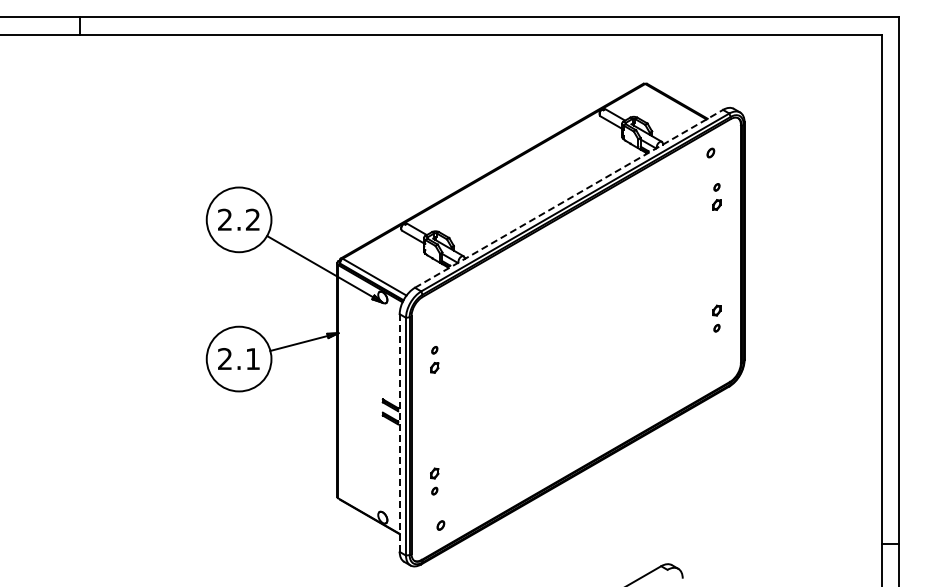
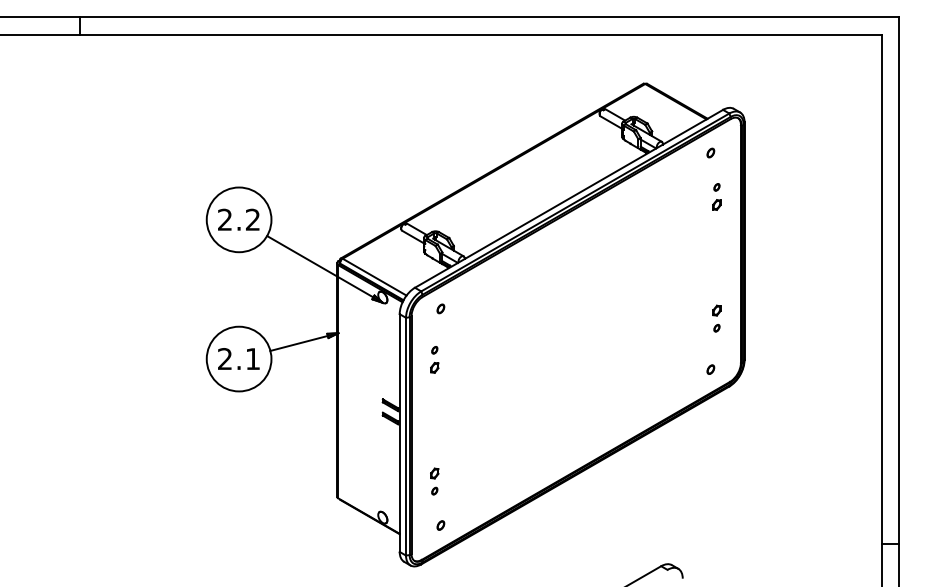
line at (569, 198): dashed -> solid
part at (440, 308): none -> present
part at (710, 369): none -> present
line at (399, 433): dashed -> solid
